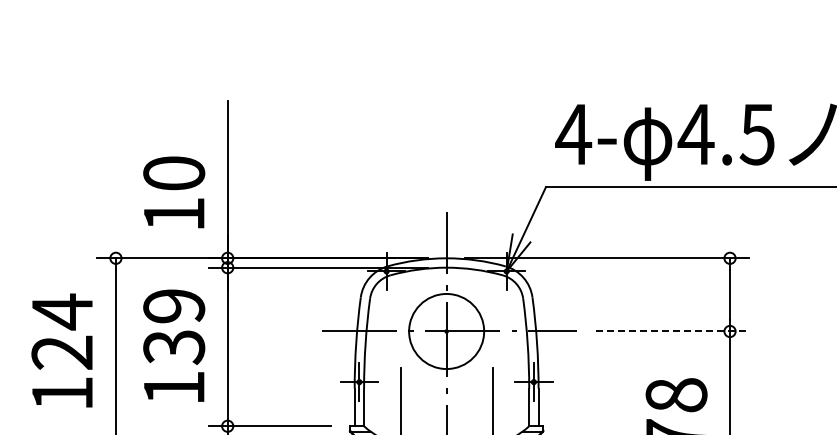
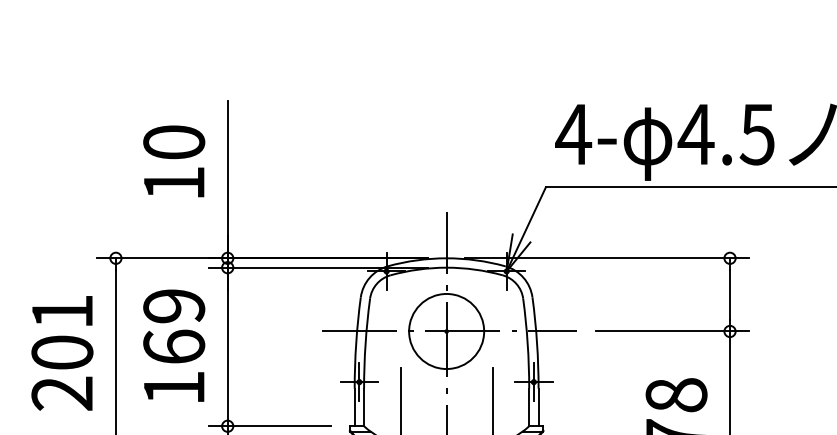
text at (174, 192) position: (174, 192) -> (174, 161)
line at (672, 331): dashed -> solid
text at (174, 346): 139 -> 169
text at (62, 351): 124 -> 201
